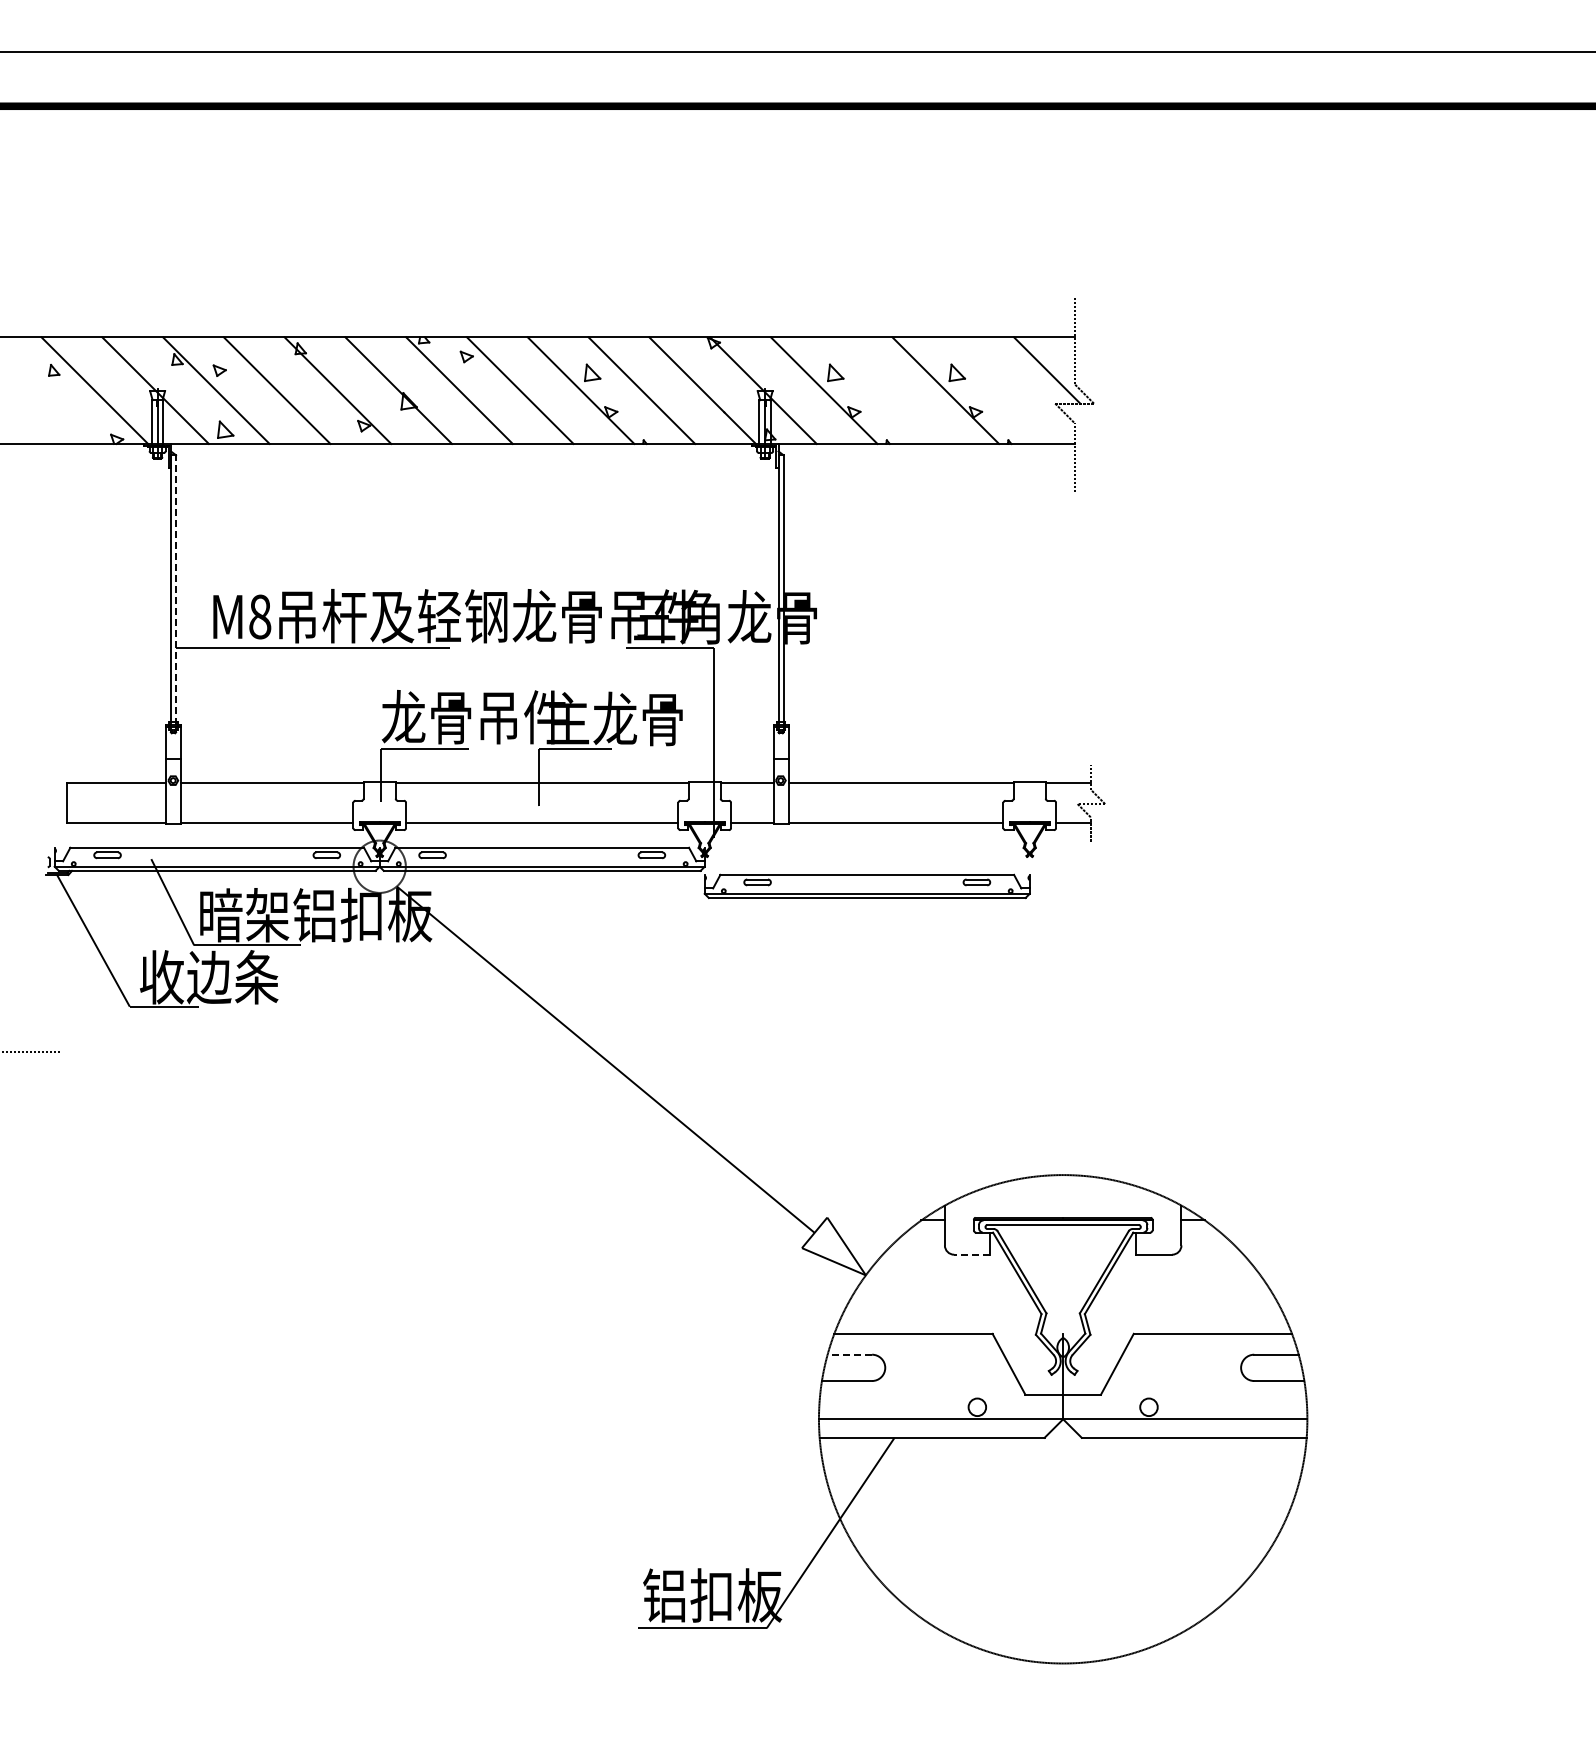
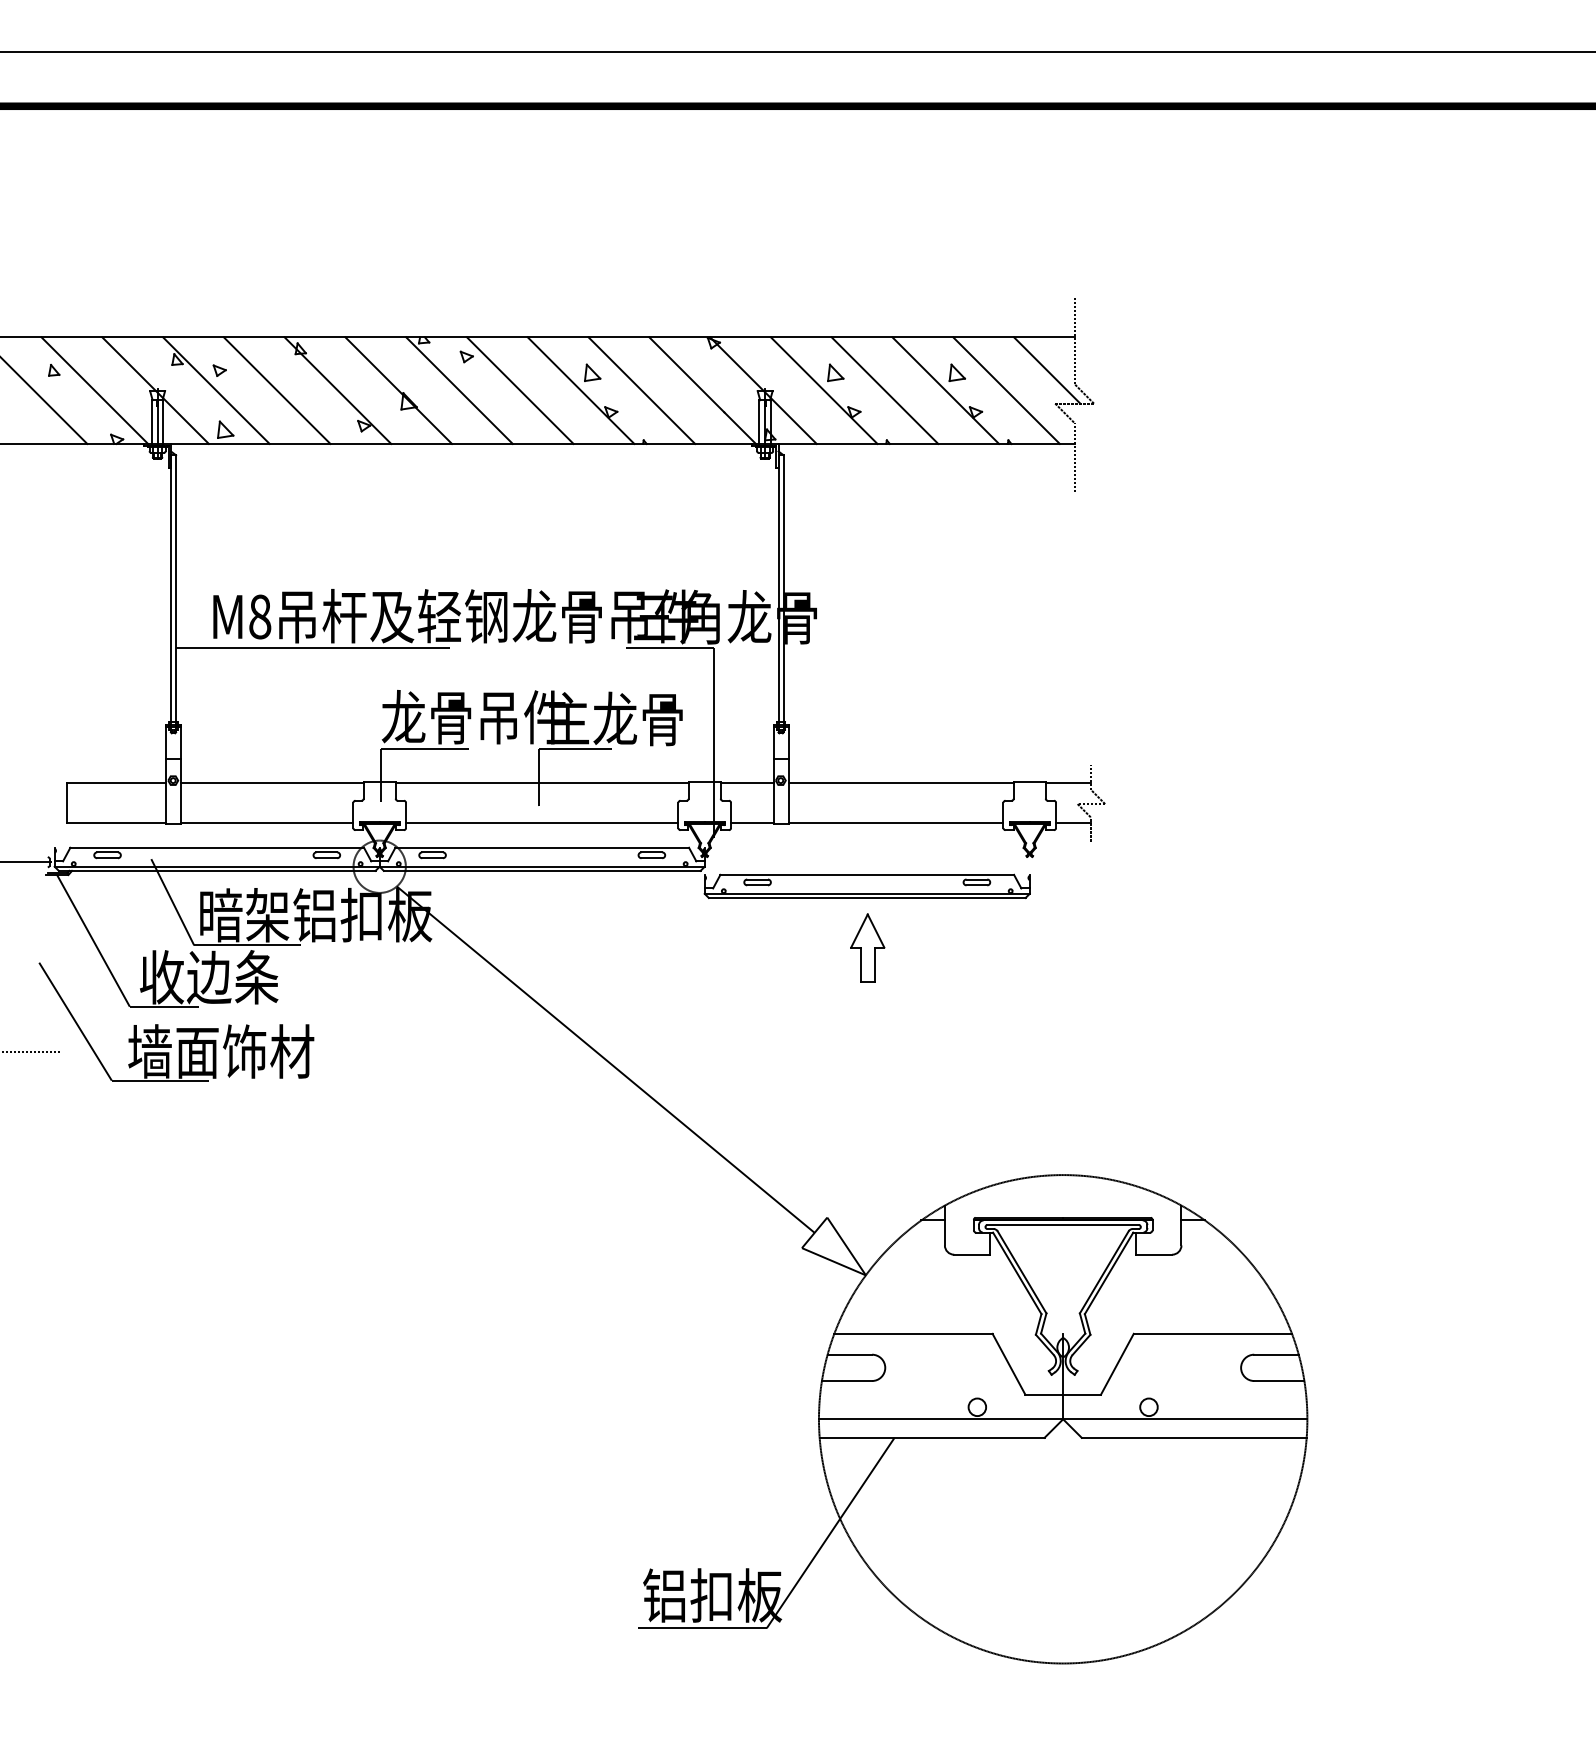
line at (884, 390): none -> present
line at (1006, 390): none -> present
line at (44, 400): none -> present
line at (176, 590): dashed -> solid
line at (26, 862): none -> present
part at (867, 947): none -> present
part at (176, 1028): none -> present
line at (972, 1254): dashed -> solid
line at (849, 1354): dashed -> solid
